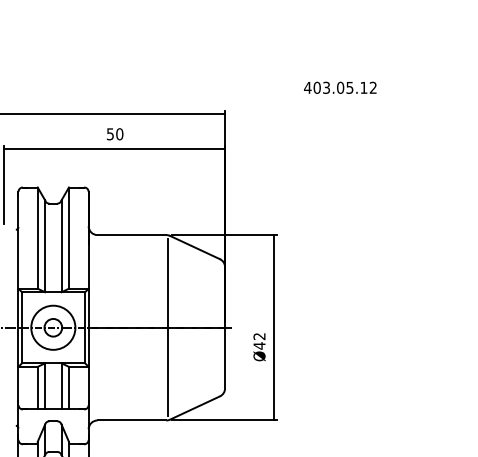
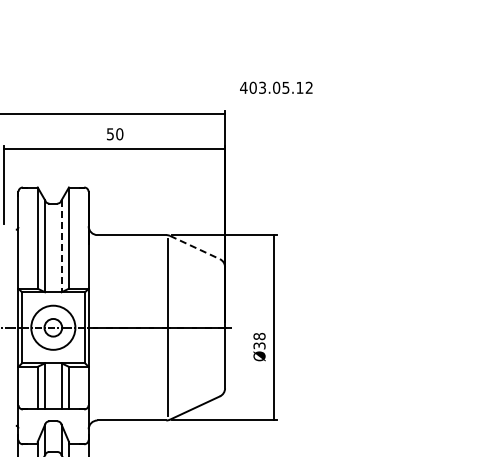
text at (340, 87) position: (340, 87) -> (276, 87)
line at (61, 246): solid -> dashed
line at (195, 247): solid -> dashed
text at (259, 340): Ø42 -> Ø38
